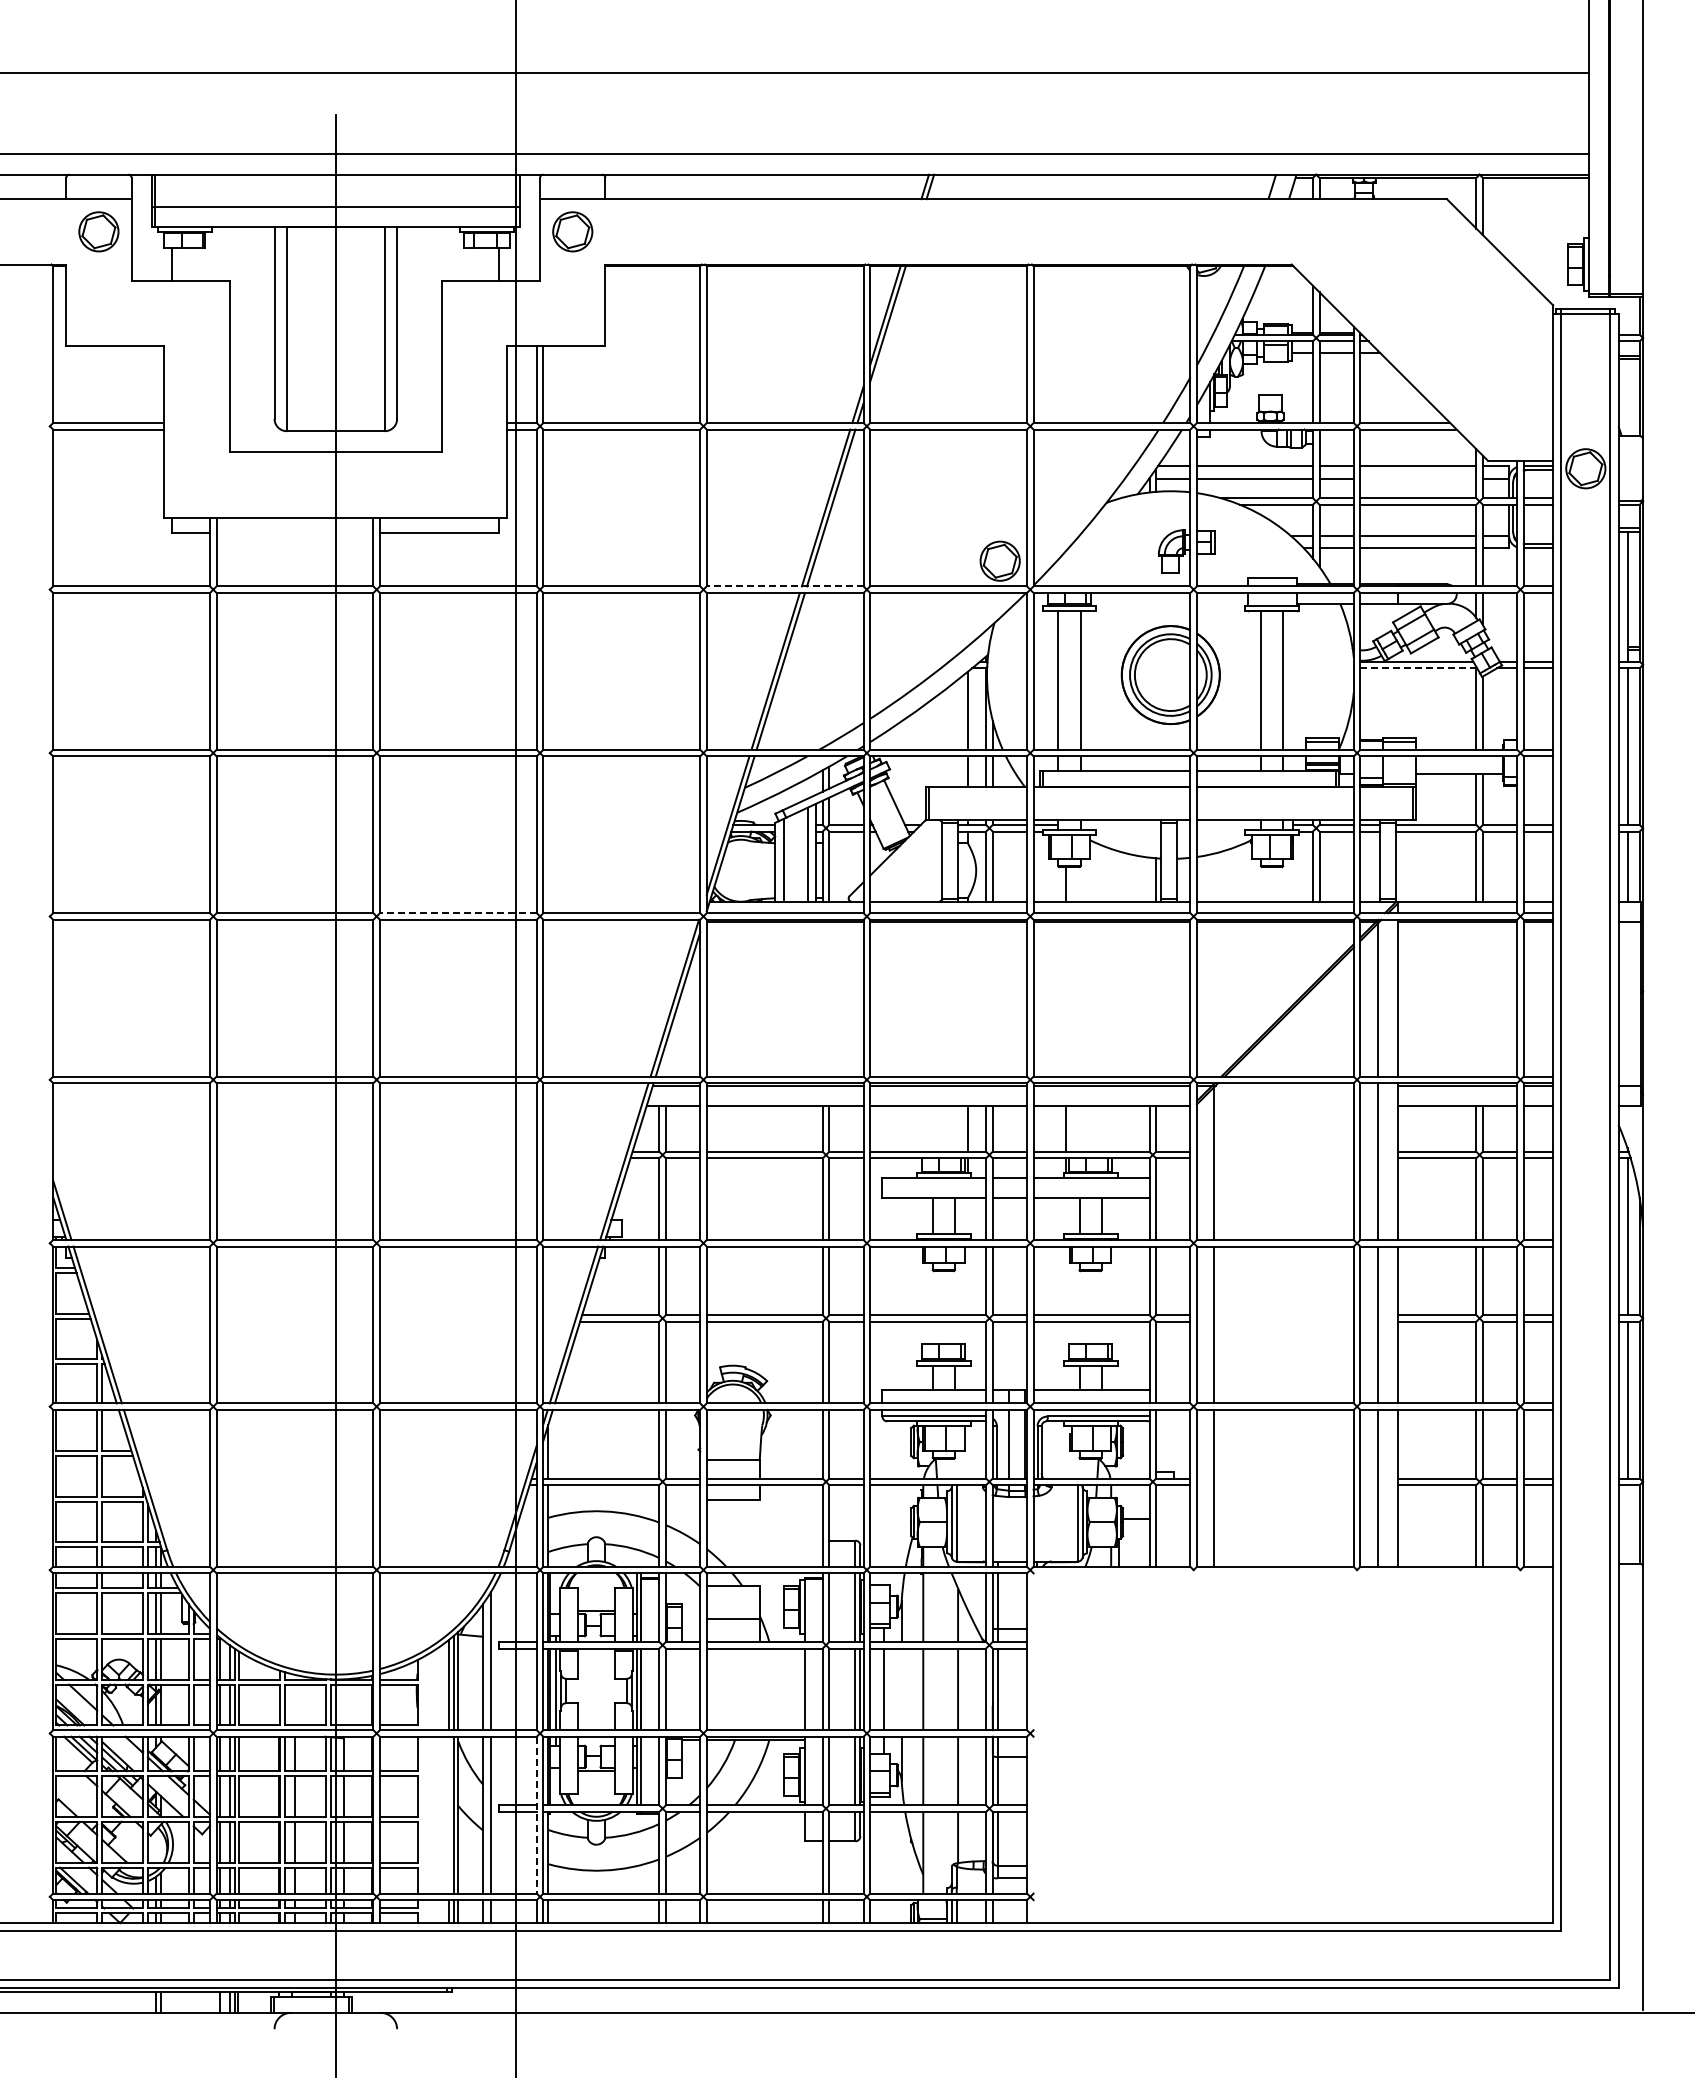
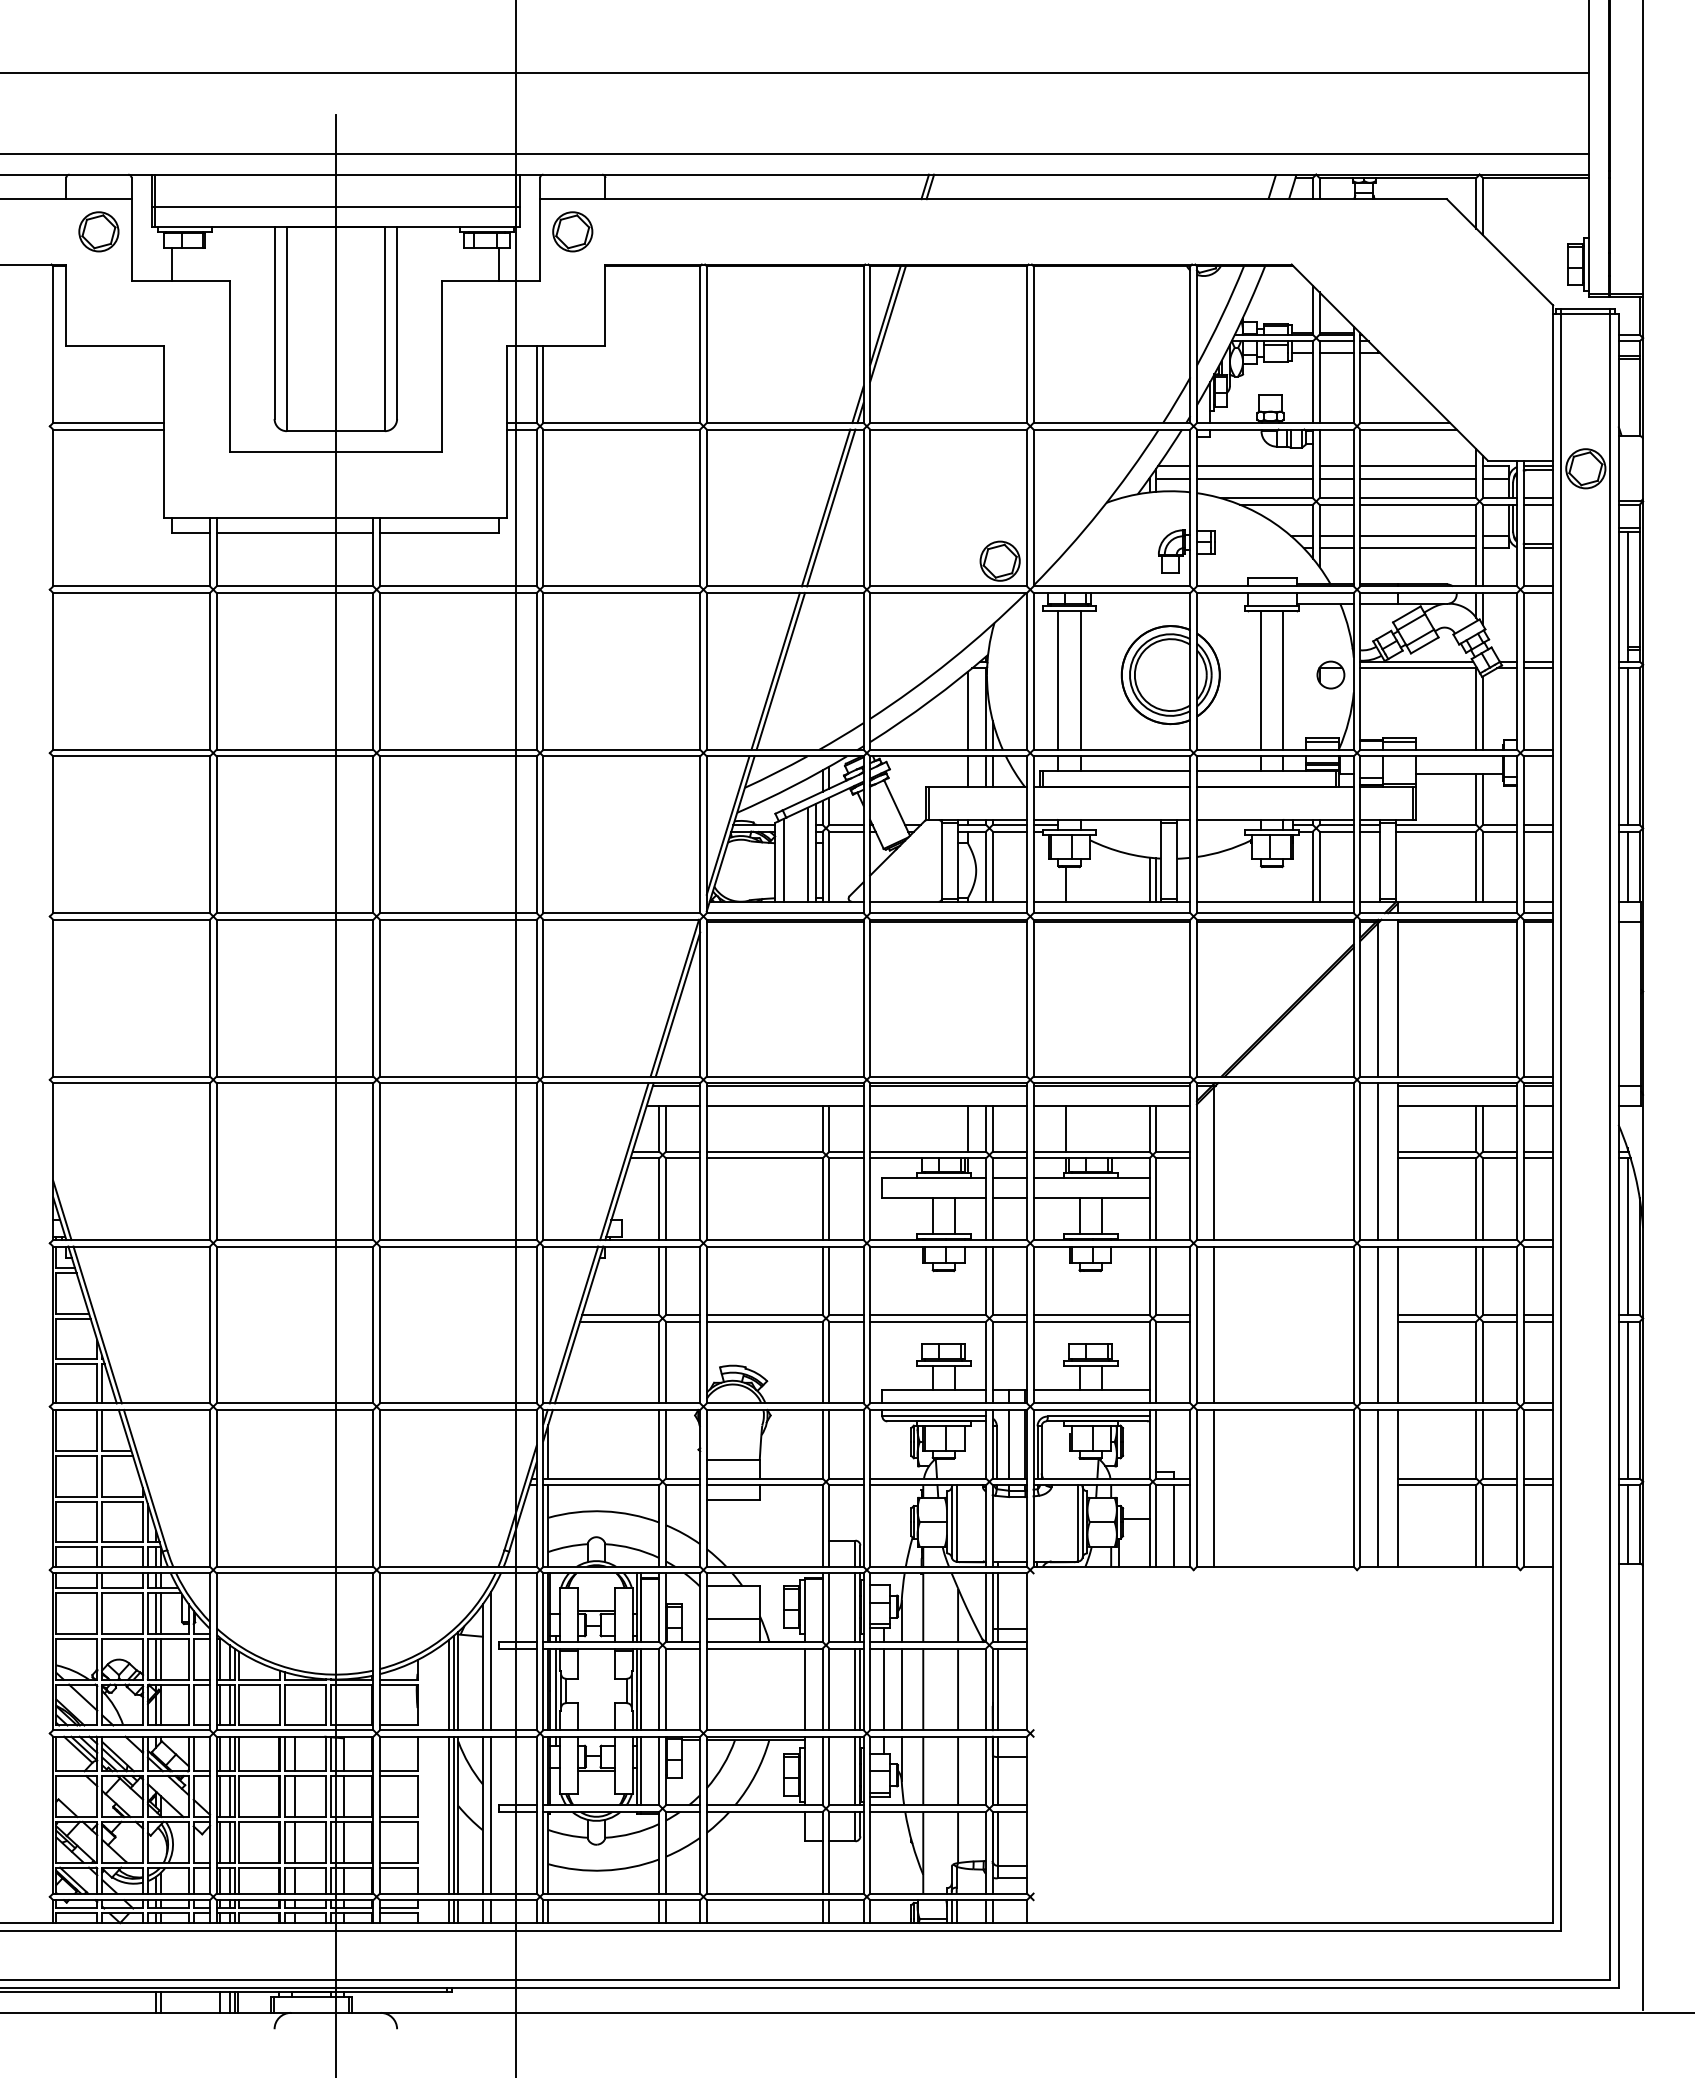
line at (1418, 478): none -> present
line at (294, 533): none -> present
line at (784, 586): dashed -> solid
line at (1418, 668): dashed -> solid
part at (1330, 674): none -> present
line at (1149, 879): none -> present
line at (457, 913): dashed -> solid
line at (1627, 1524): none -> present
line at (1174, 1525): none -> present
line at (901, 1689): none -> present
line at (448, 1814): none -> present
line at (536, 1815): dashed -> solid
